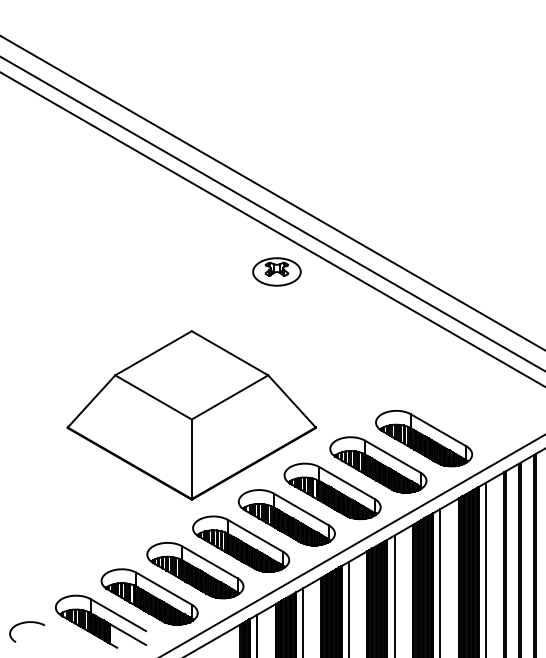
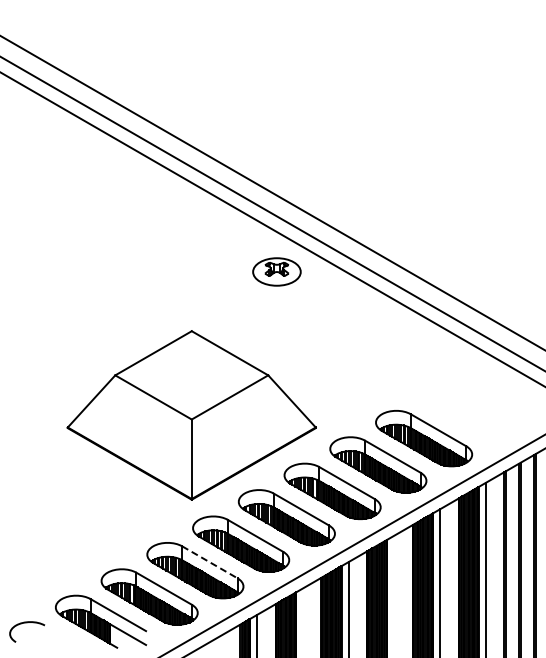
line at (209, 562): solid -> dashed
line at (394, 594): present -> none
line at (303, 621): present -> none
